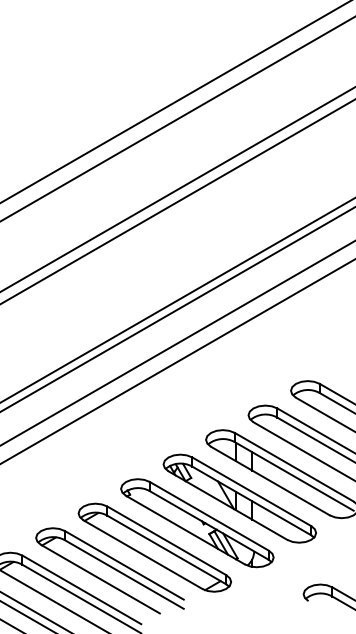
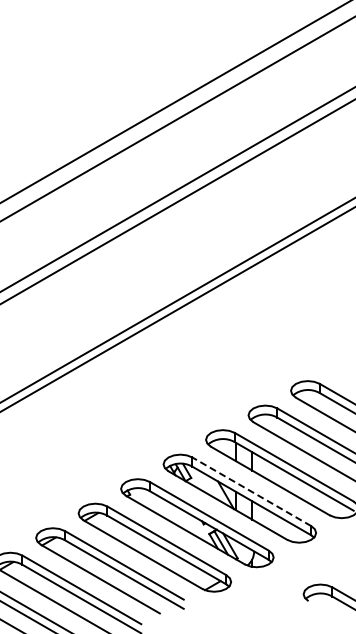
line at (177, 343): present -> none
line at (177, 361): present -> none
line at (251, 491): solid -> dashed
